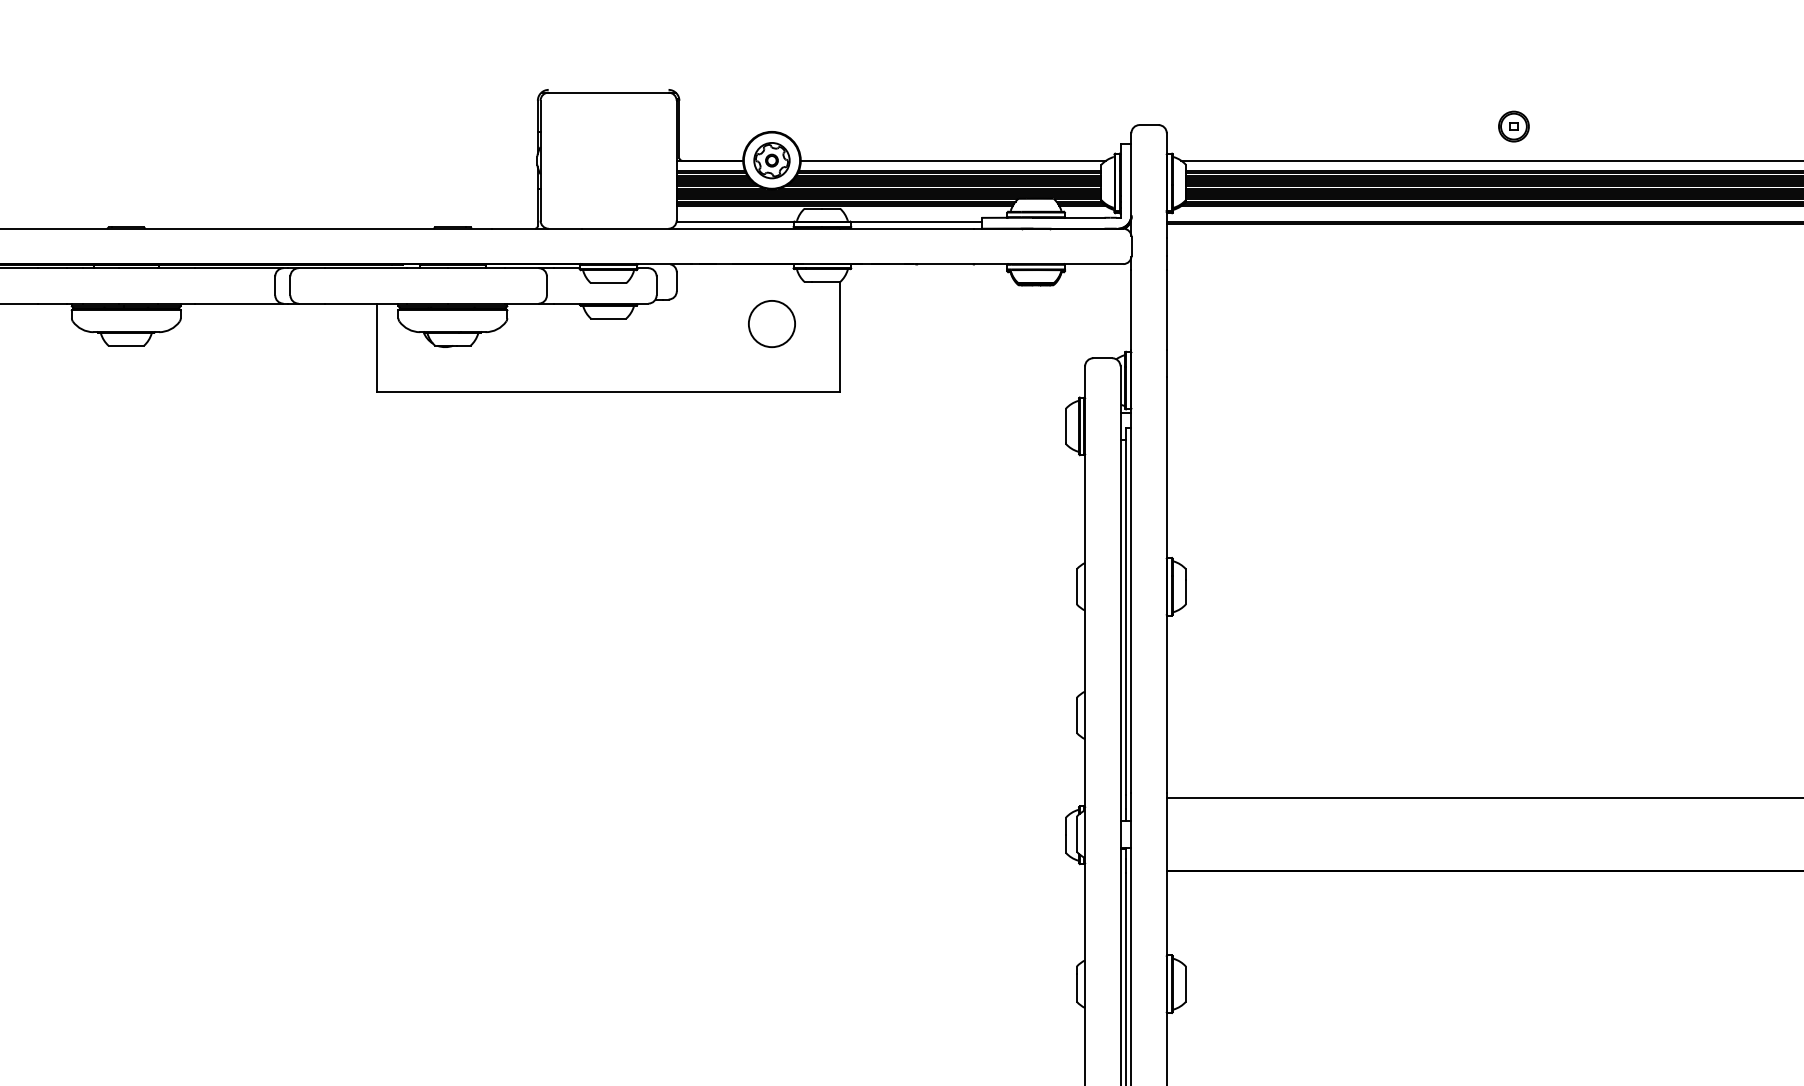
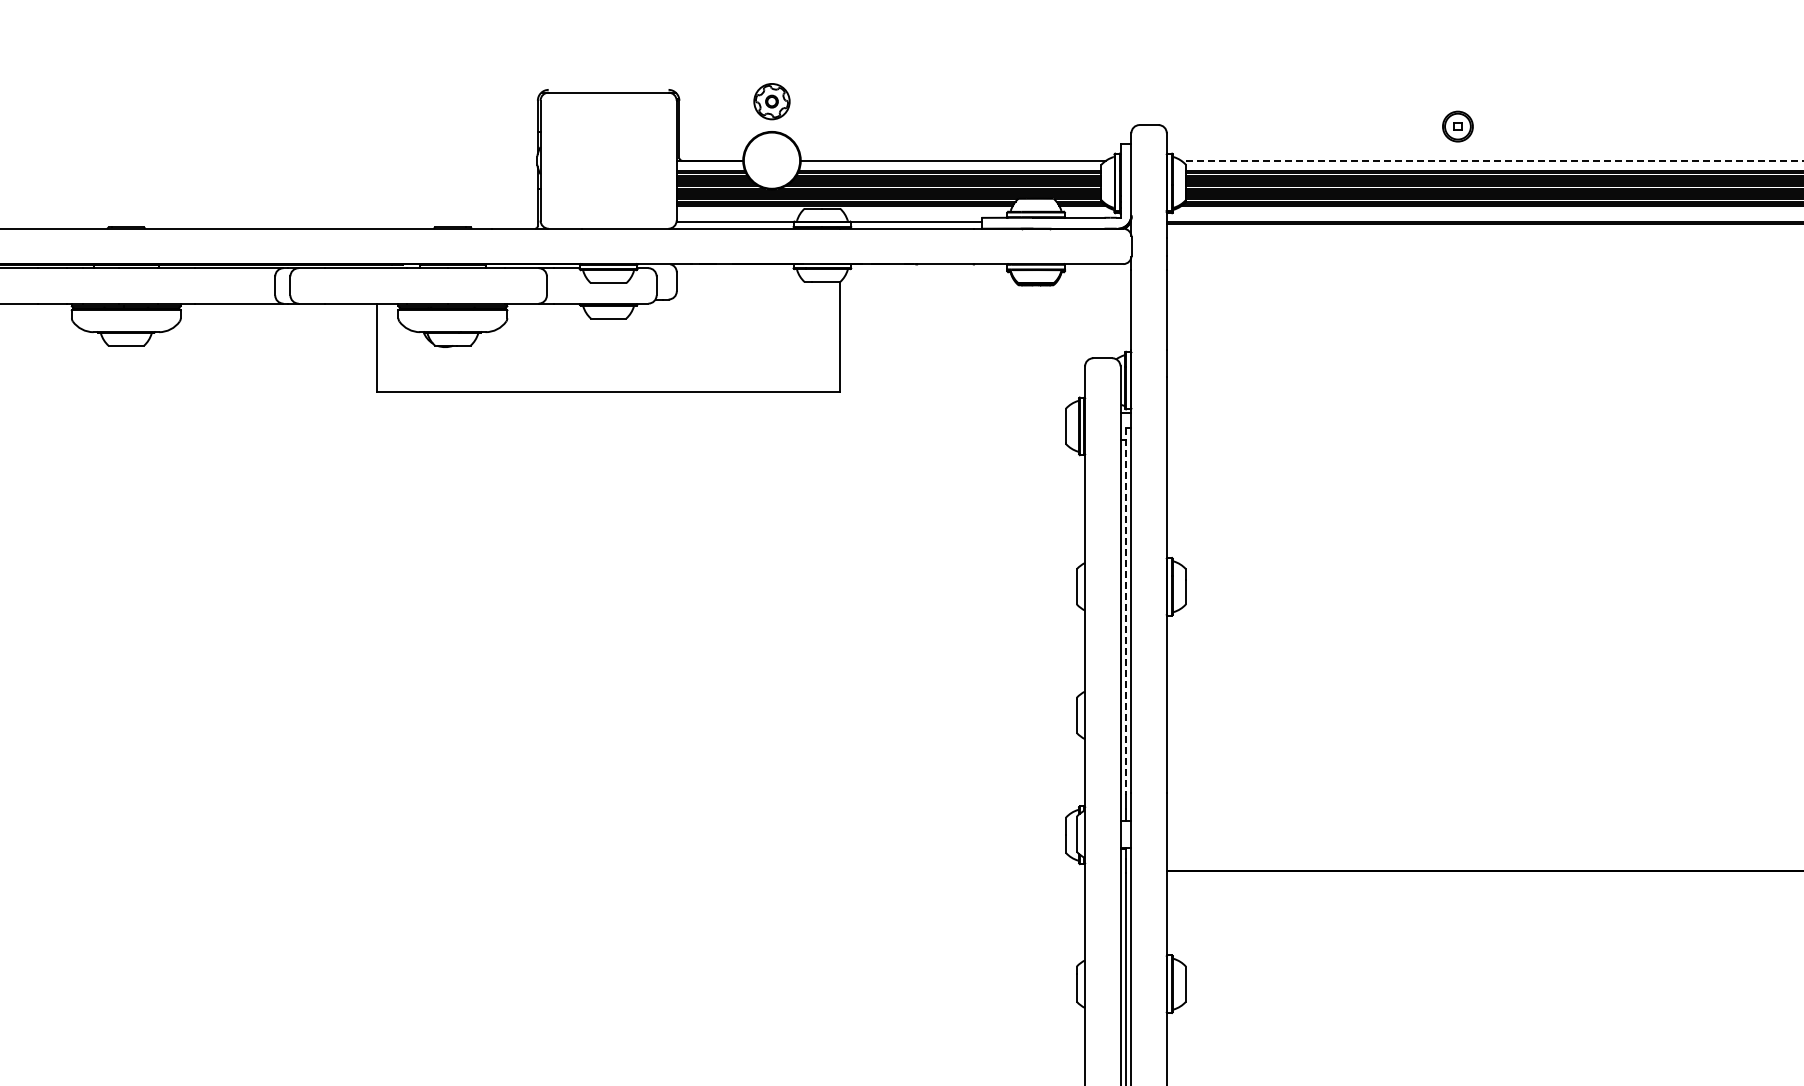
part at (1513, 126) position: (1513, 126) -> (1457, 126)
part at (771, 160) position: (771, 160) -> (771, 101)
line at (1492, 160): solid -> dashed
circle at (771, 323): present -> none
line at (1125, 612): solid -> dashed
line at (1483, 797): present -> none
